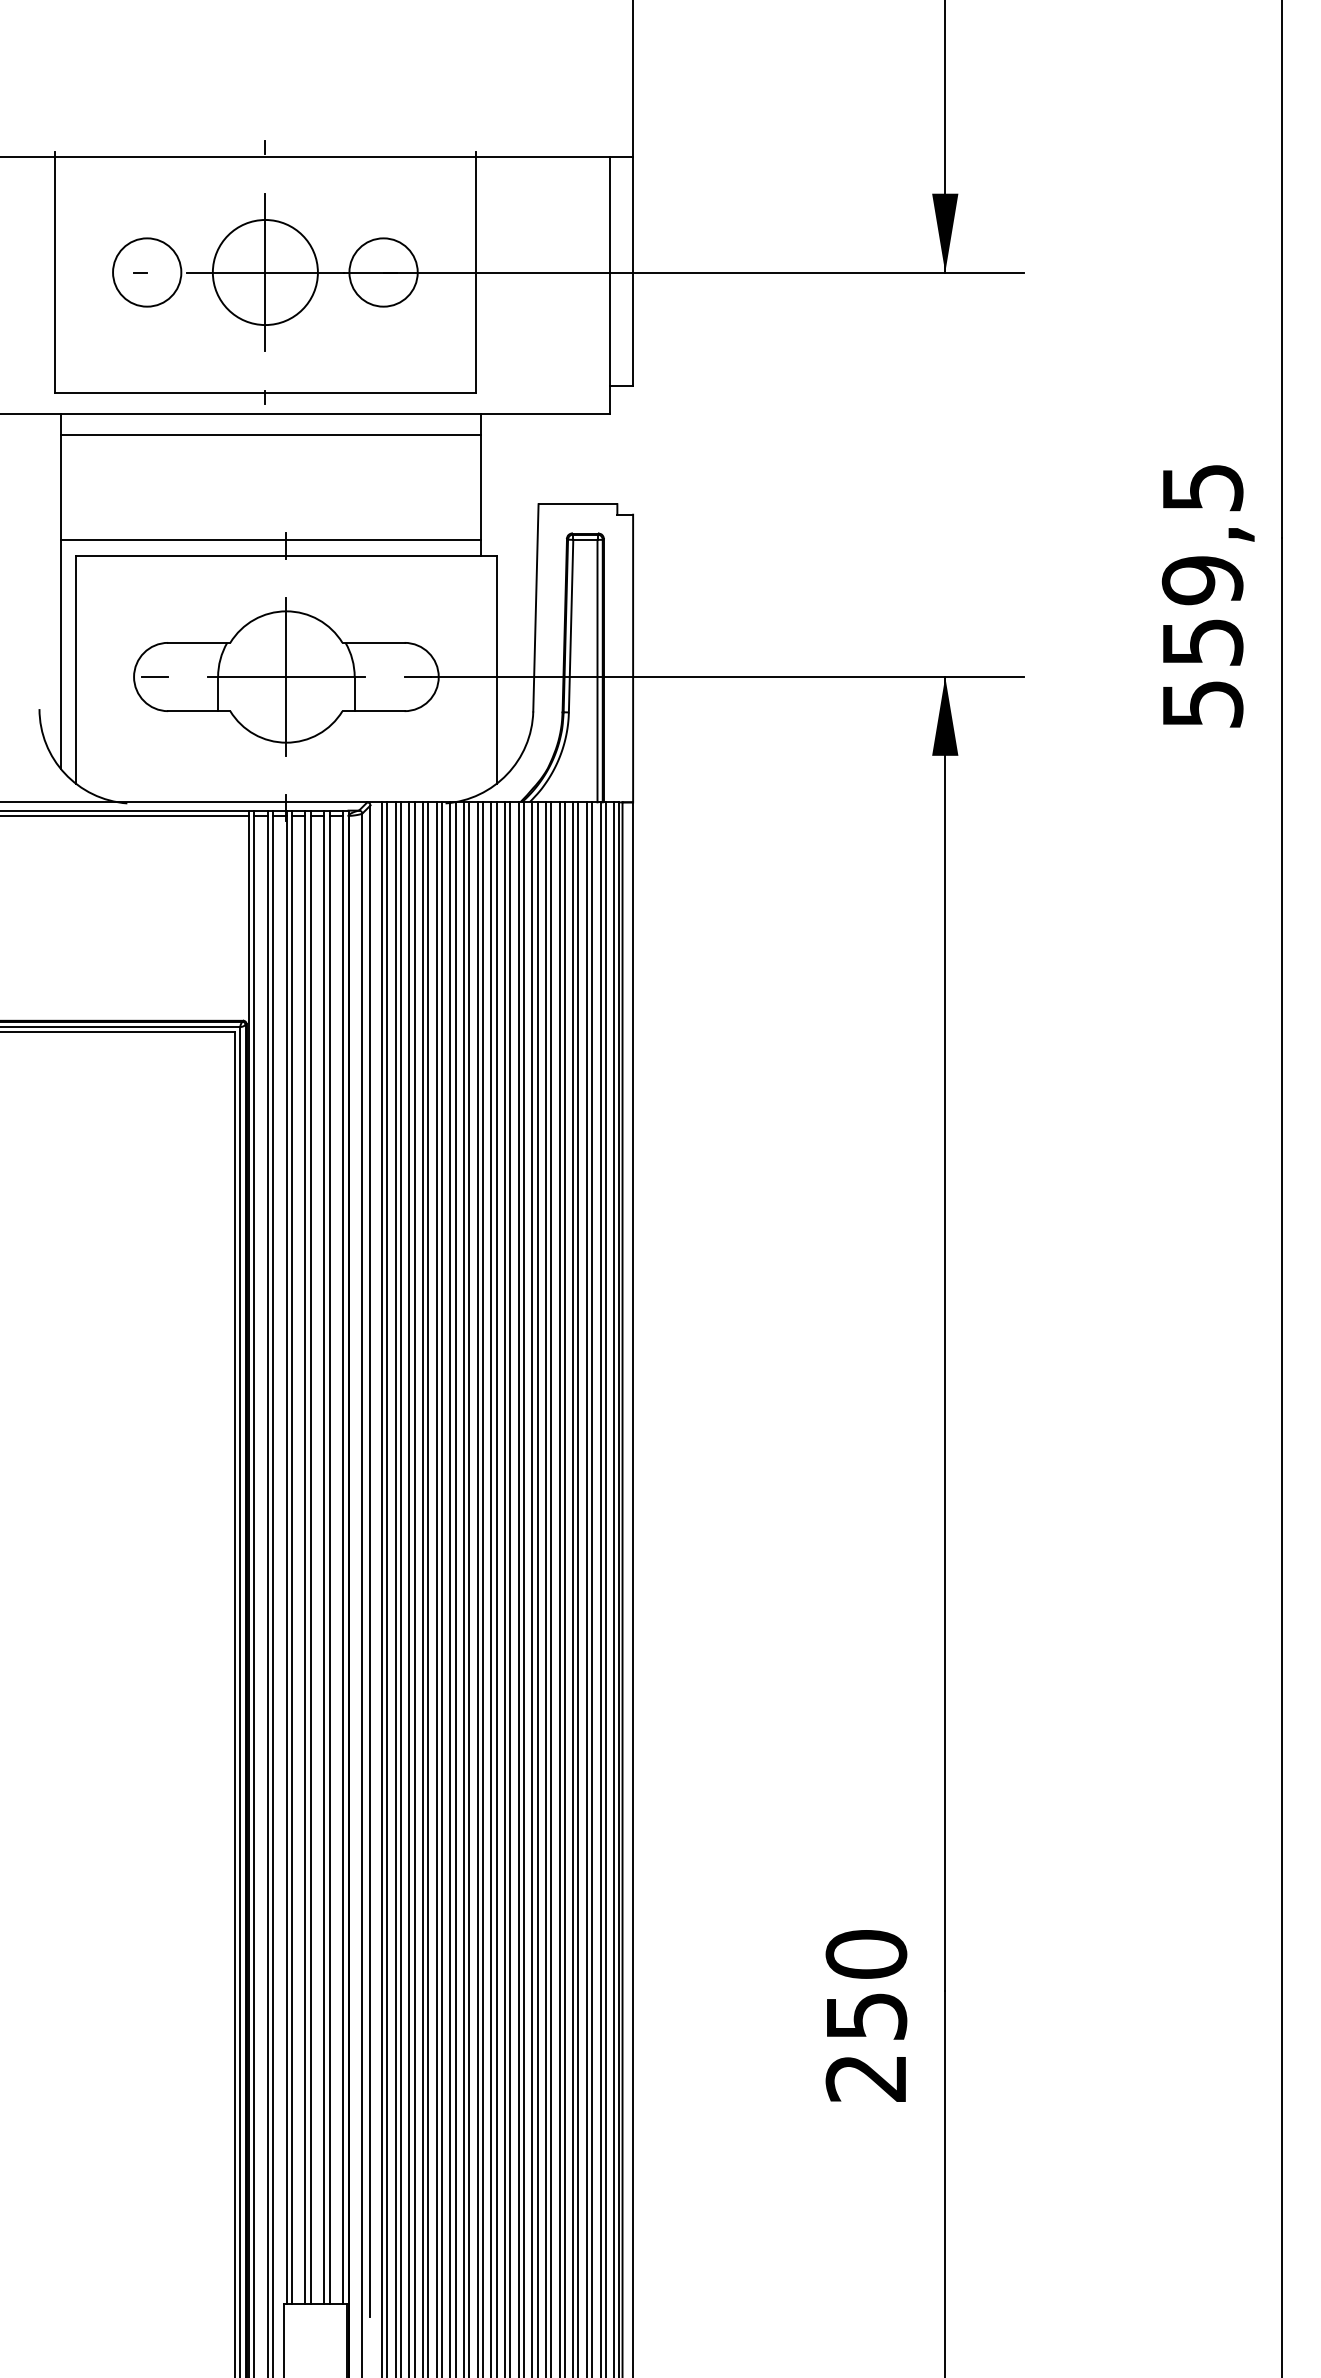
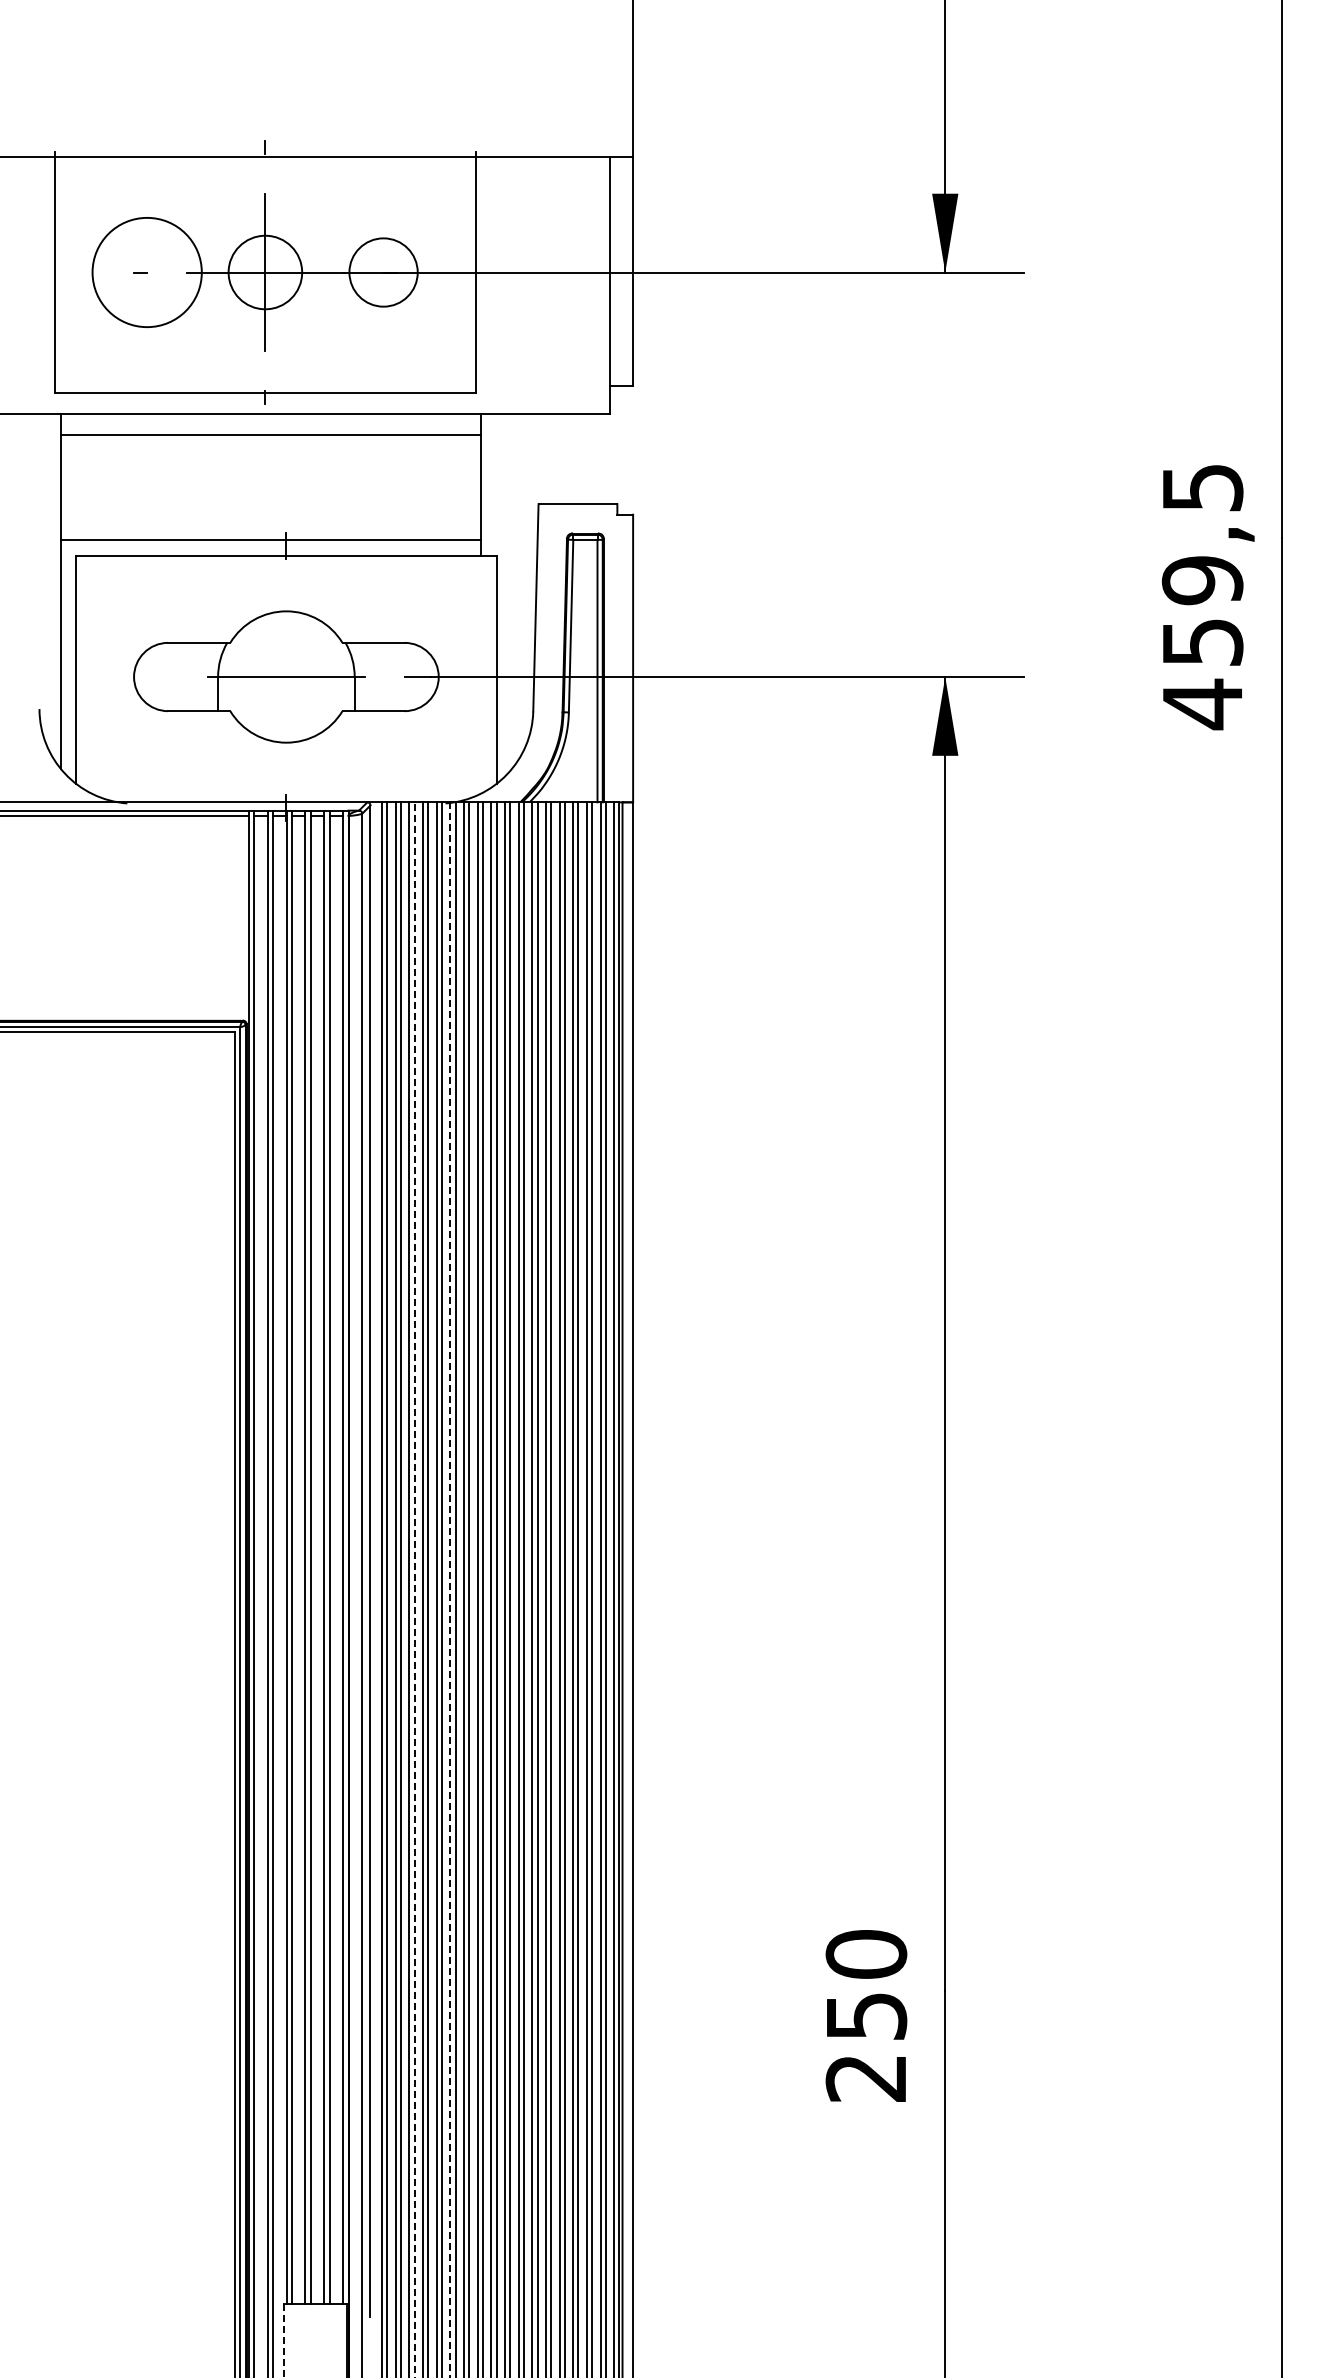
circle at (147, 272) diameter: 68 px -> 109 px
circle at (264, 272) diameter: 105 px -> 74 px
line at (286, 676): present -> none
line at (154, 677): present -> none
text at (1203, 704): 559,5 -> 459,5
line at (414, 1589): solid -> dashed
line at (450, 1590): solid -> dashed
line at (284, 2341): solid -> dashed
